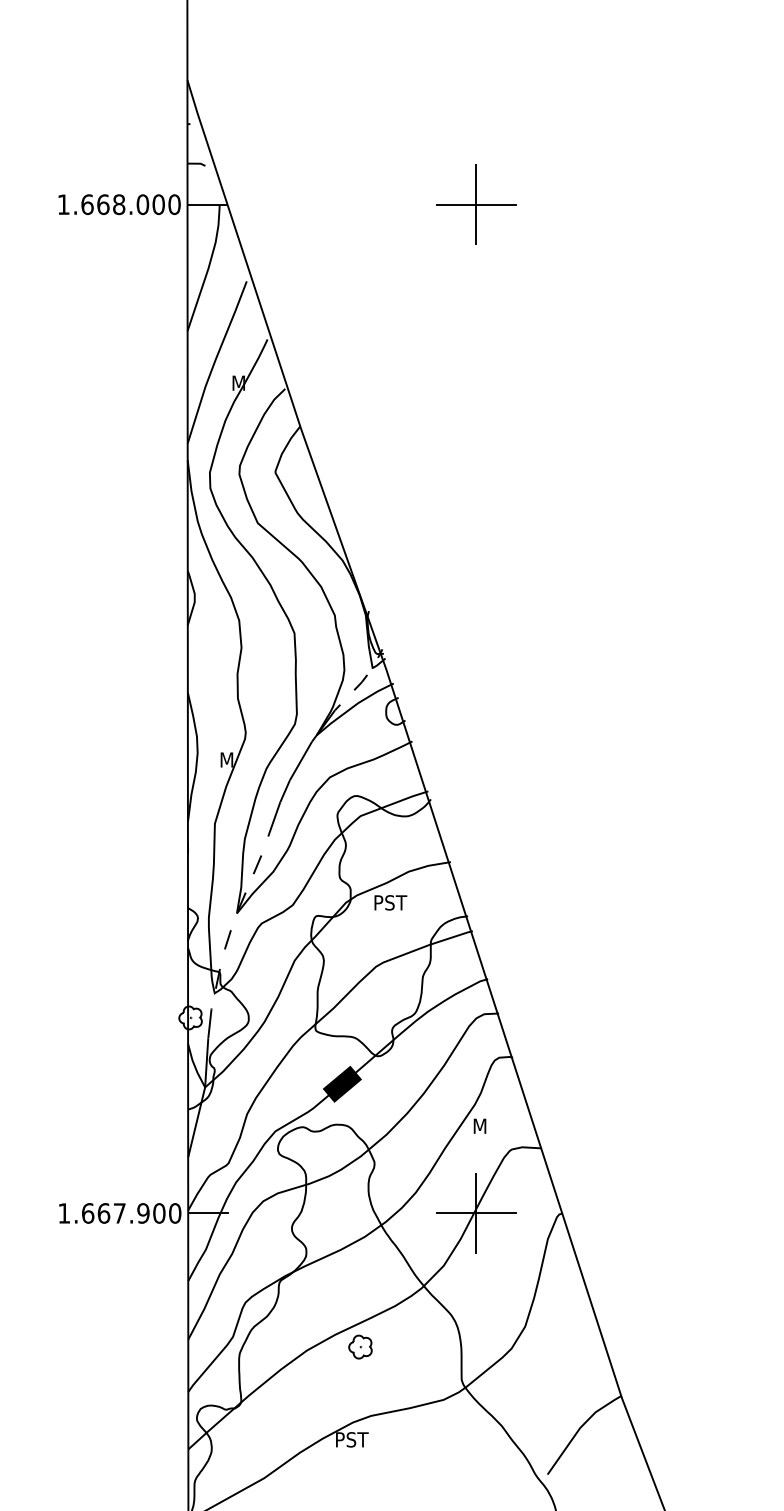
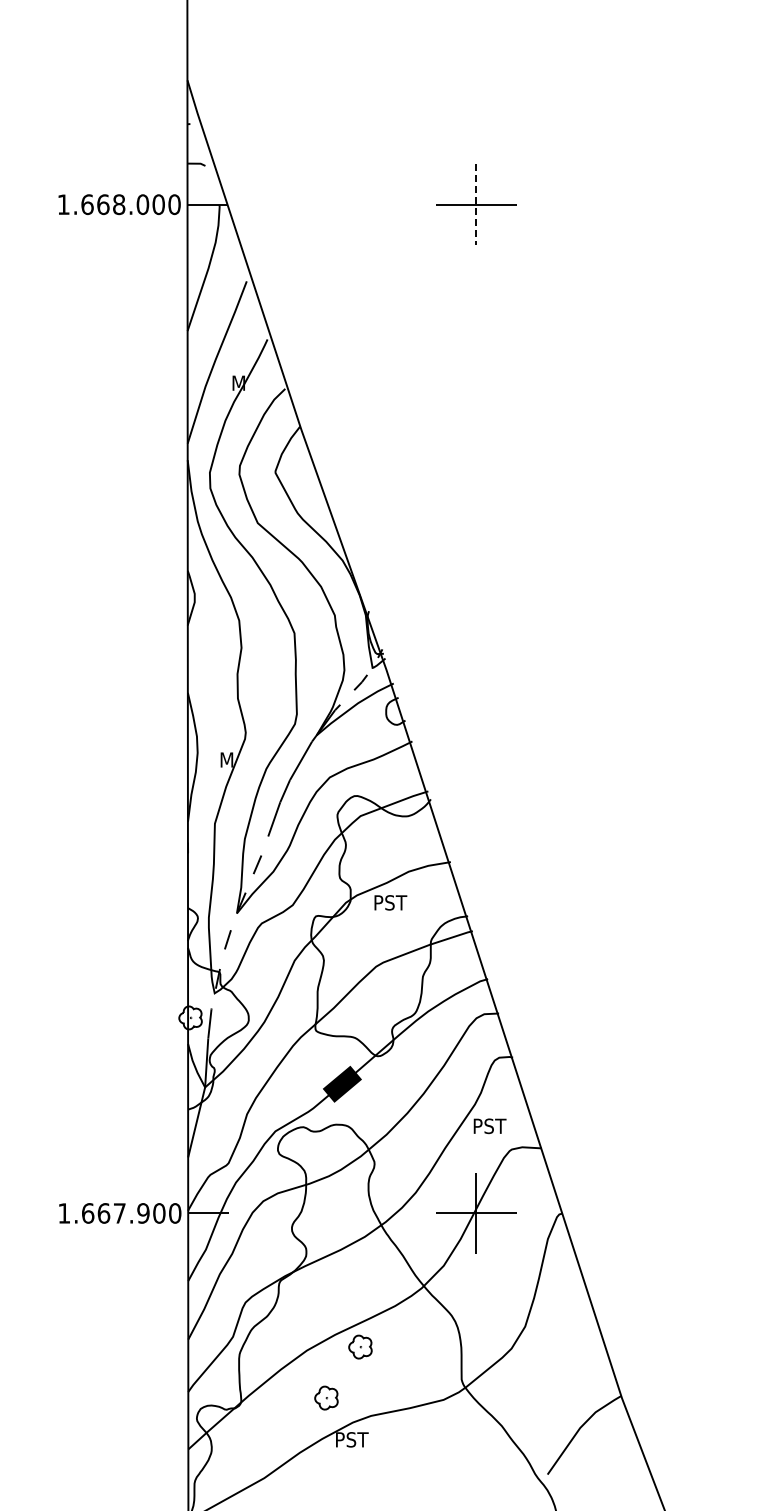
line at (476, 205): solid -> dashed
text at (490, 1126): M -> PST
part at (326, 1397): none -> present
